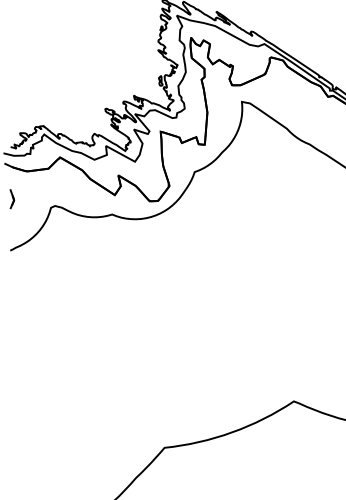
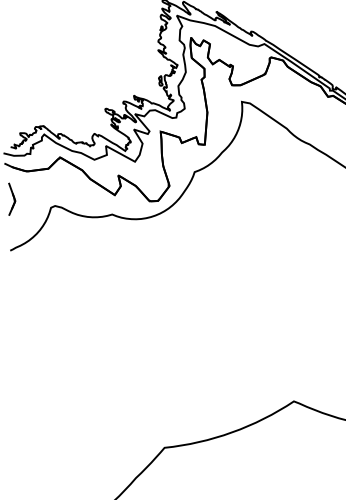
part at (12, 199) size: 7x21 px -> 9x34 px
